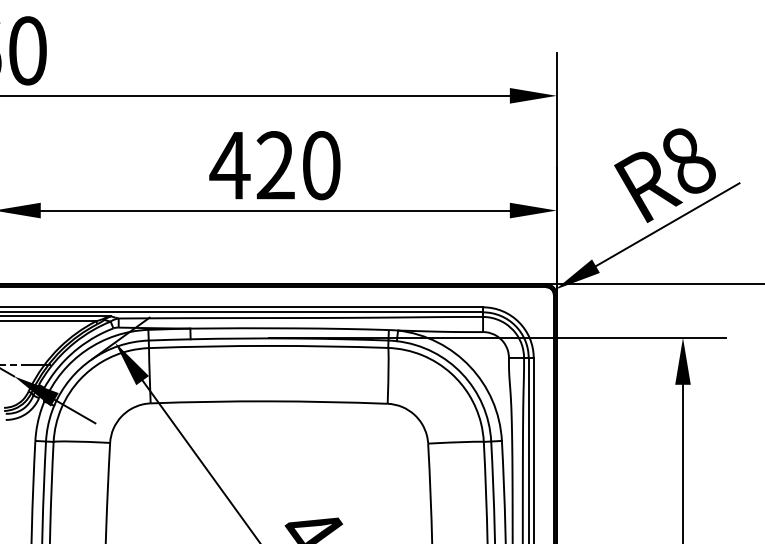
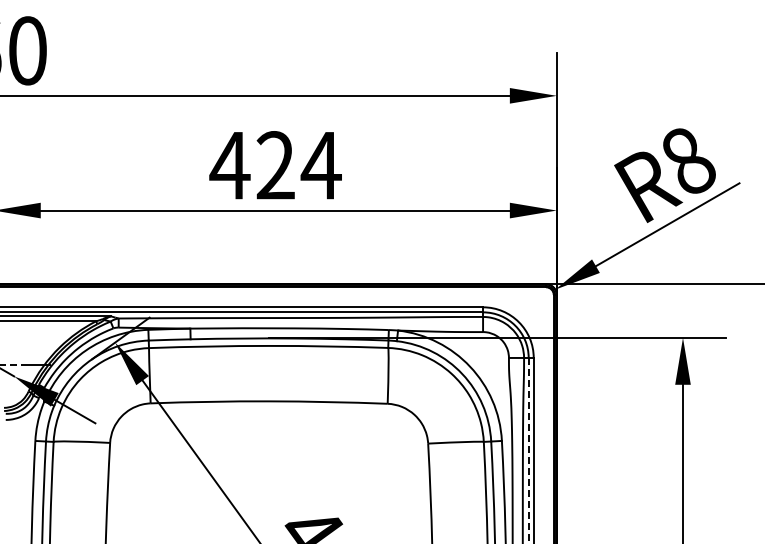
text at (320, 165): 420 -> 424
line at (528, 450): solid -> dashed
